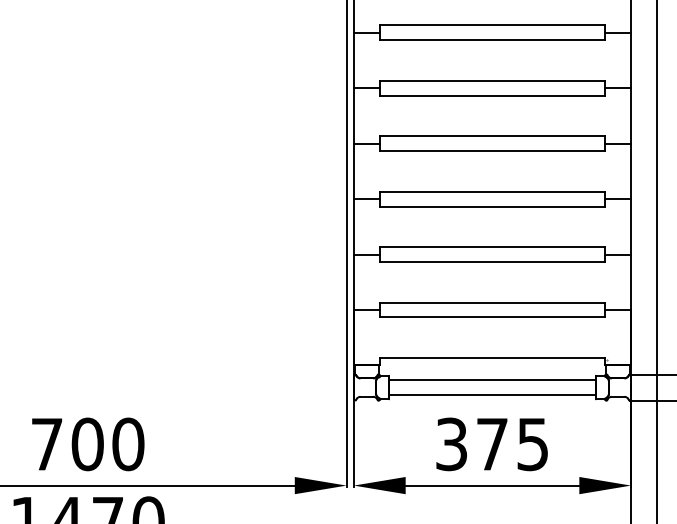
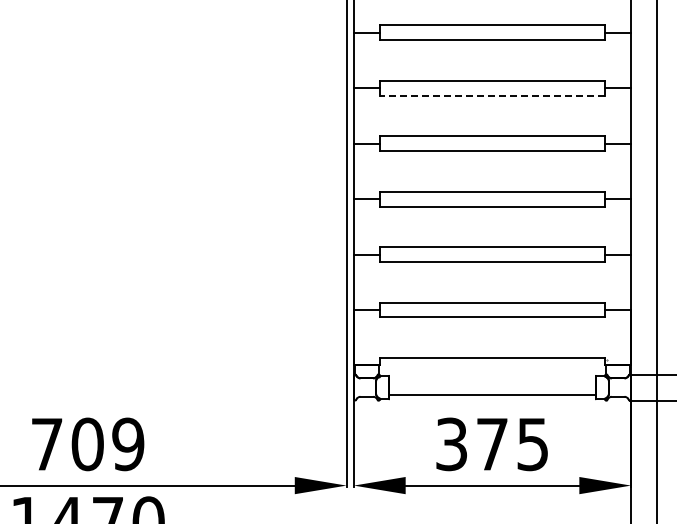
line at (492, 95): solid -> dashed
line at (492, 380): present -> none
text at (128, 444): 700 -> 709
